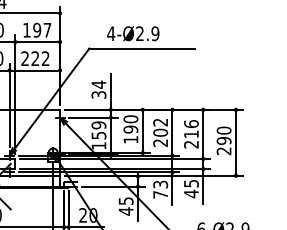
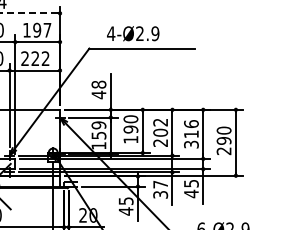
line at (28, 13): solid -> dashed
text at (98, 89): 34 -> 48
text at (191, 144): 216 -> 316
text at (160, 189): 73 -> 37
